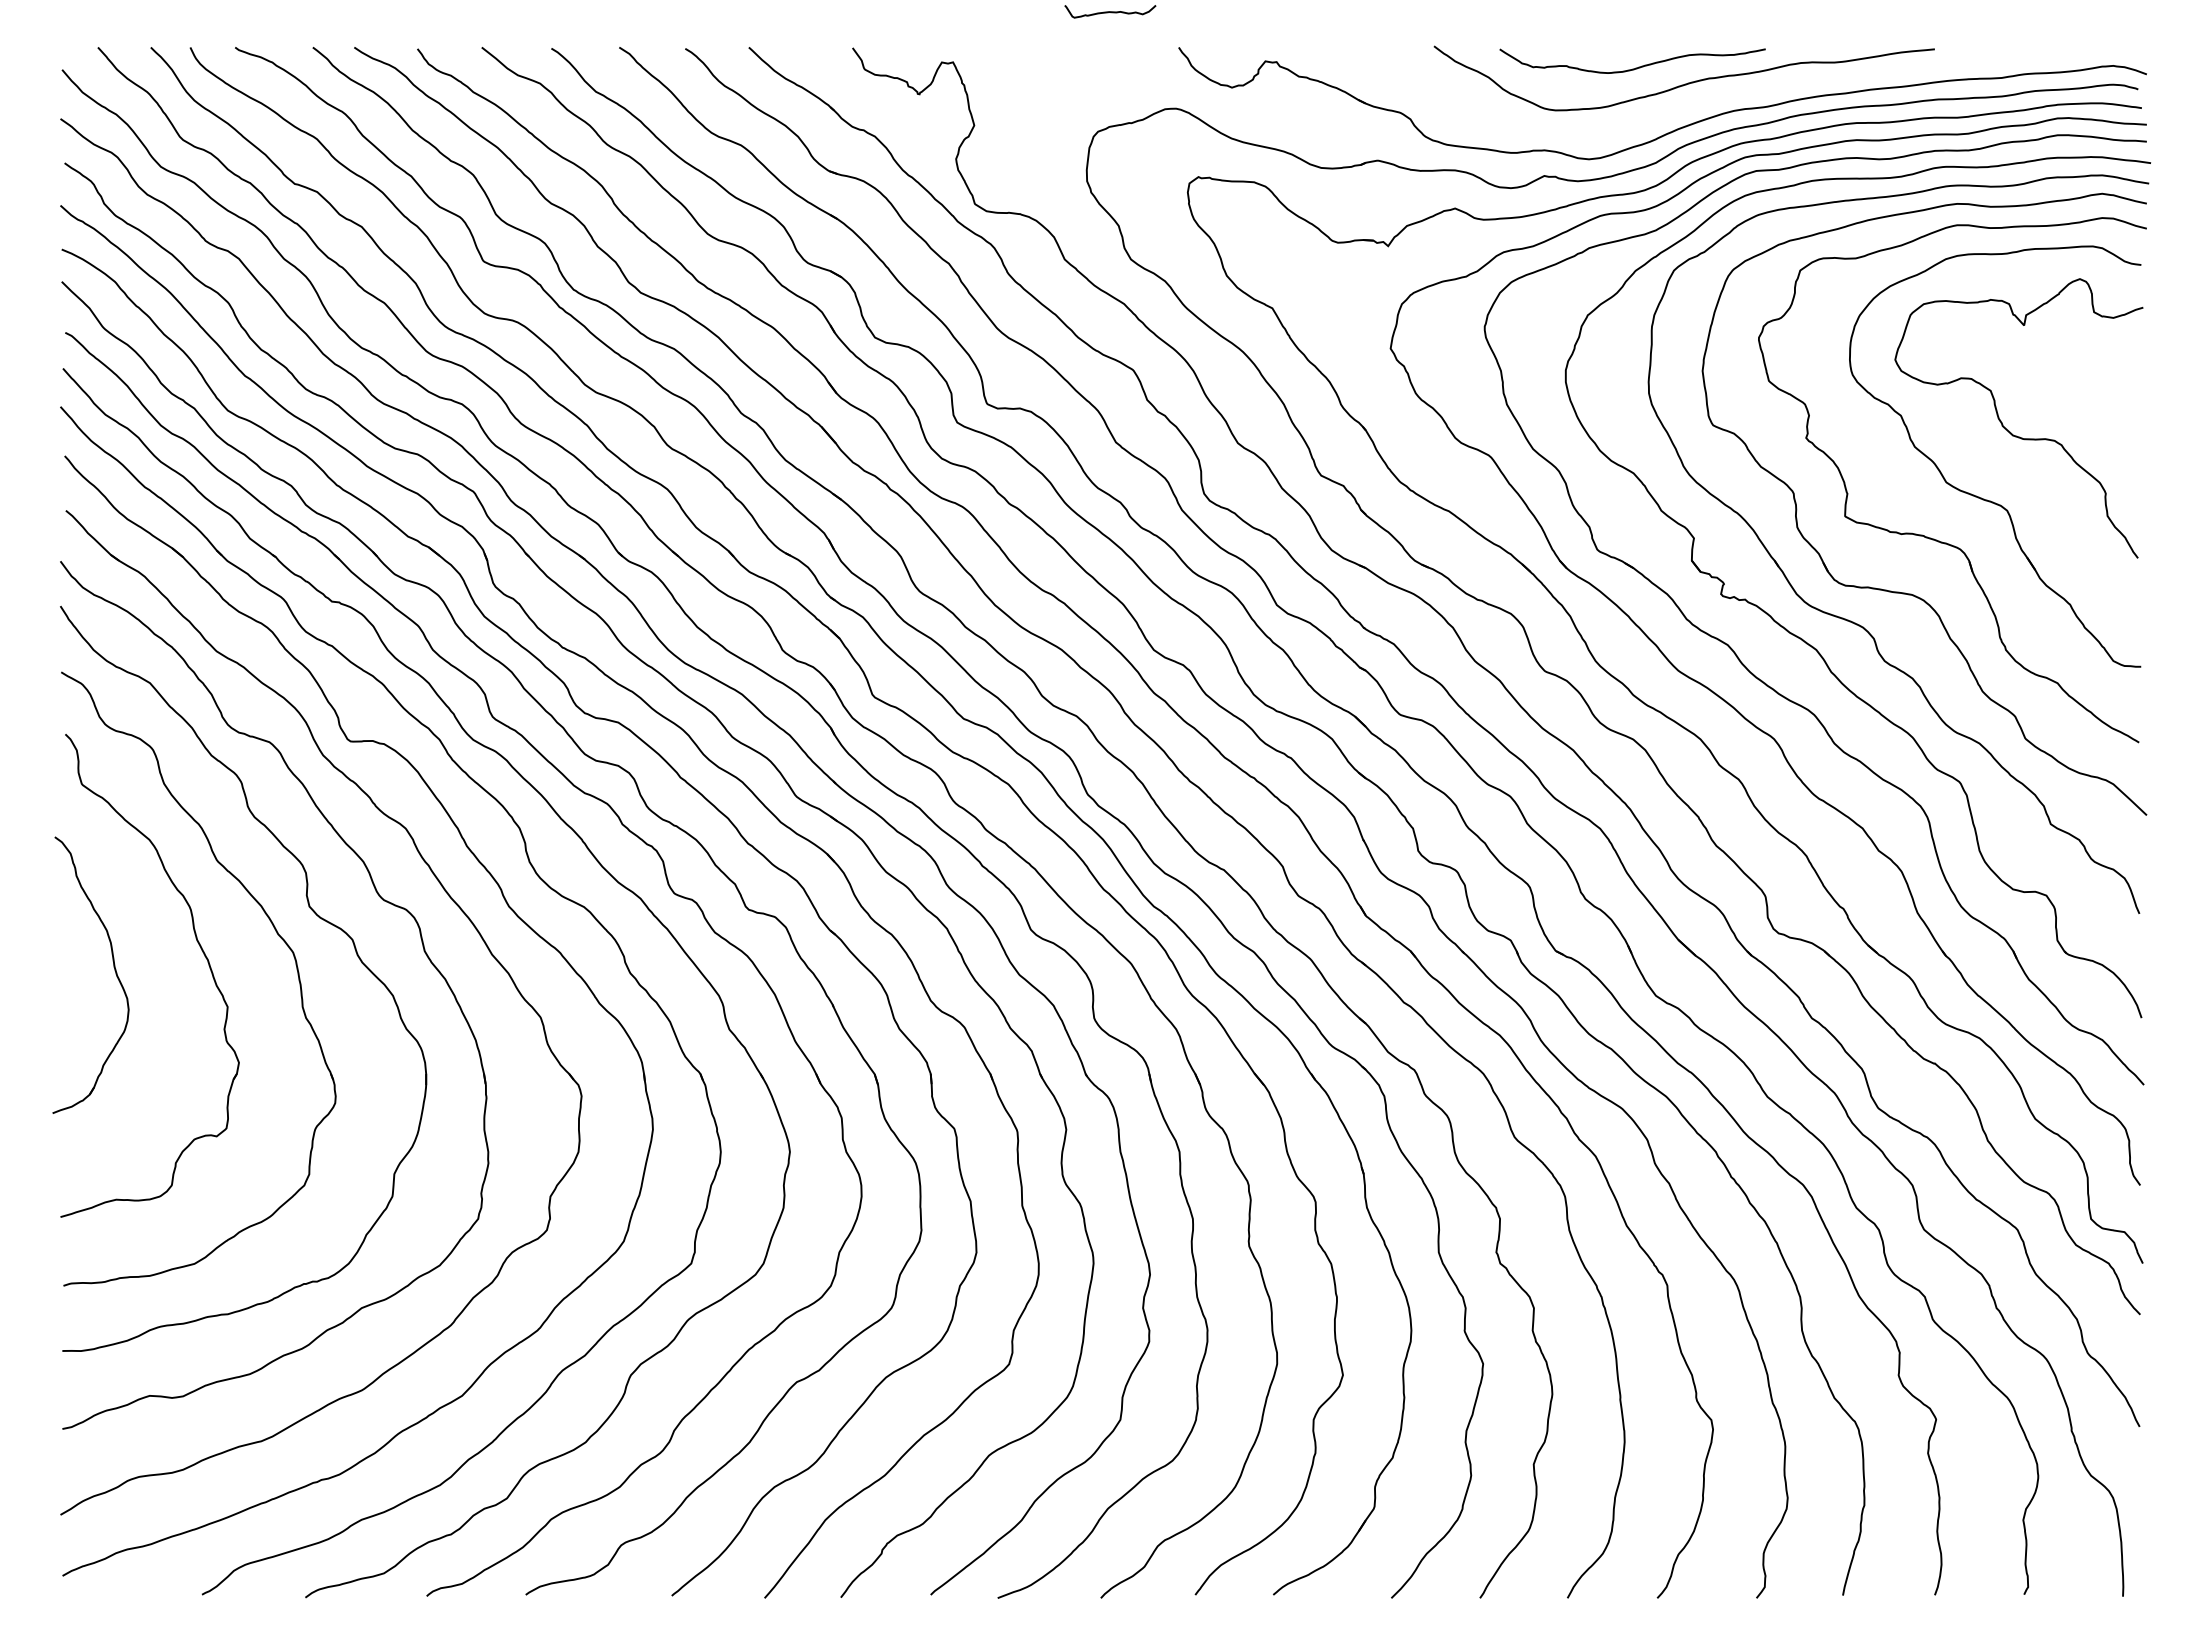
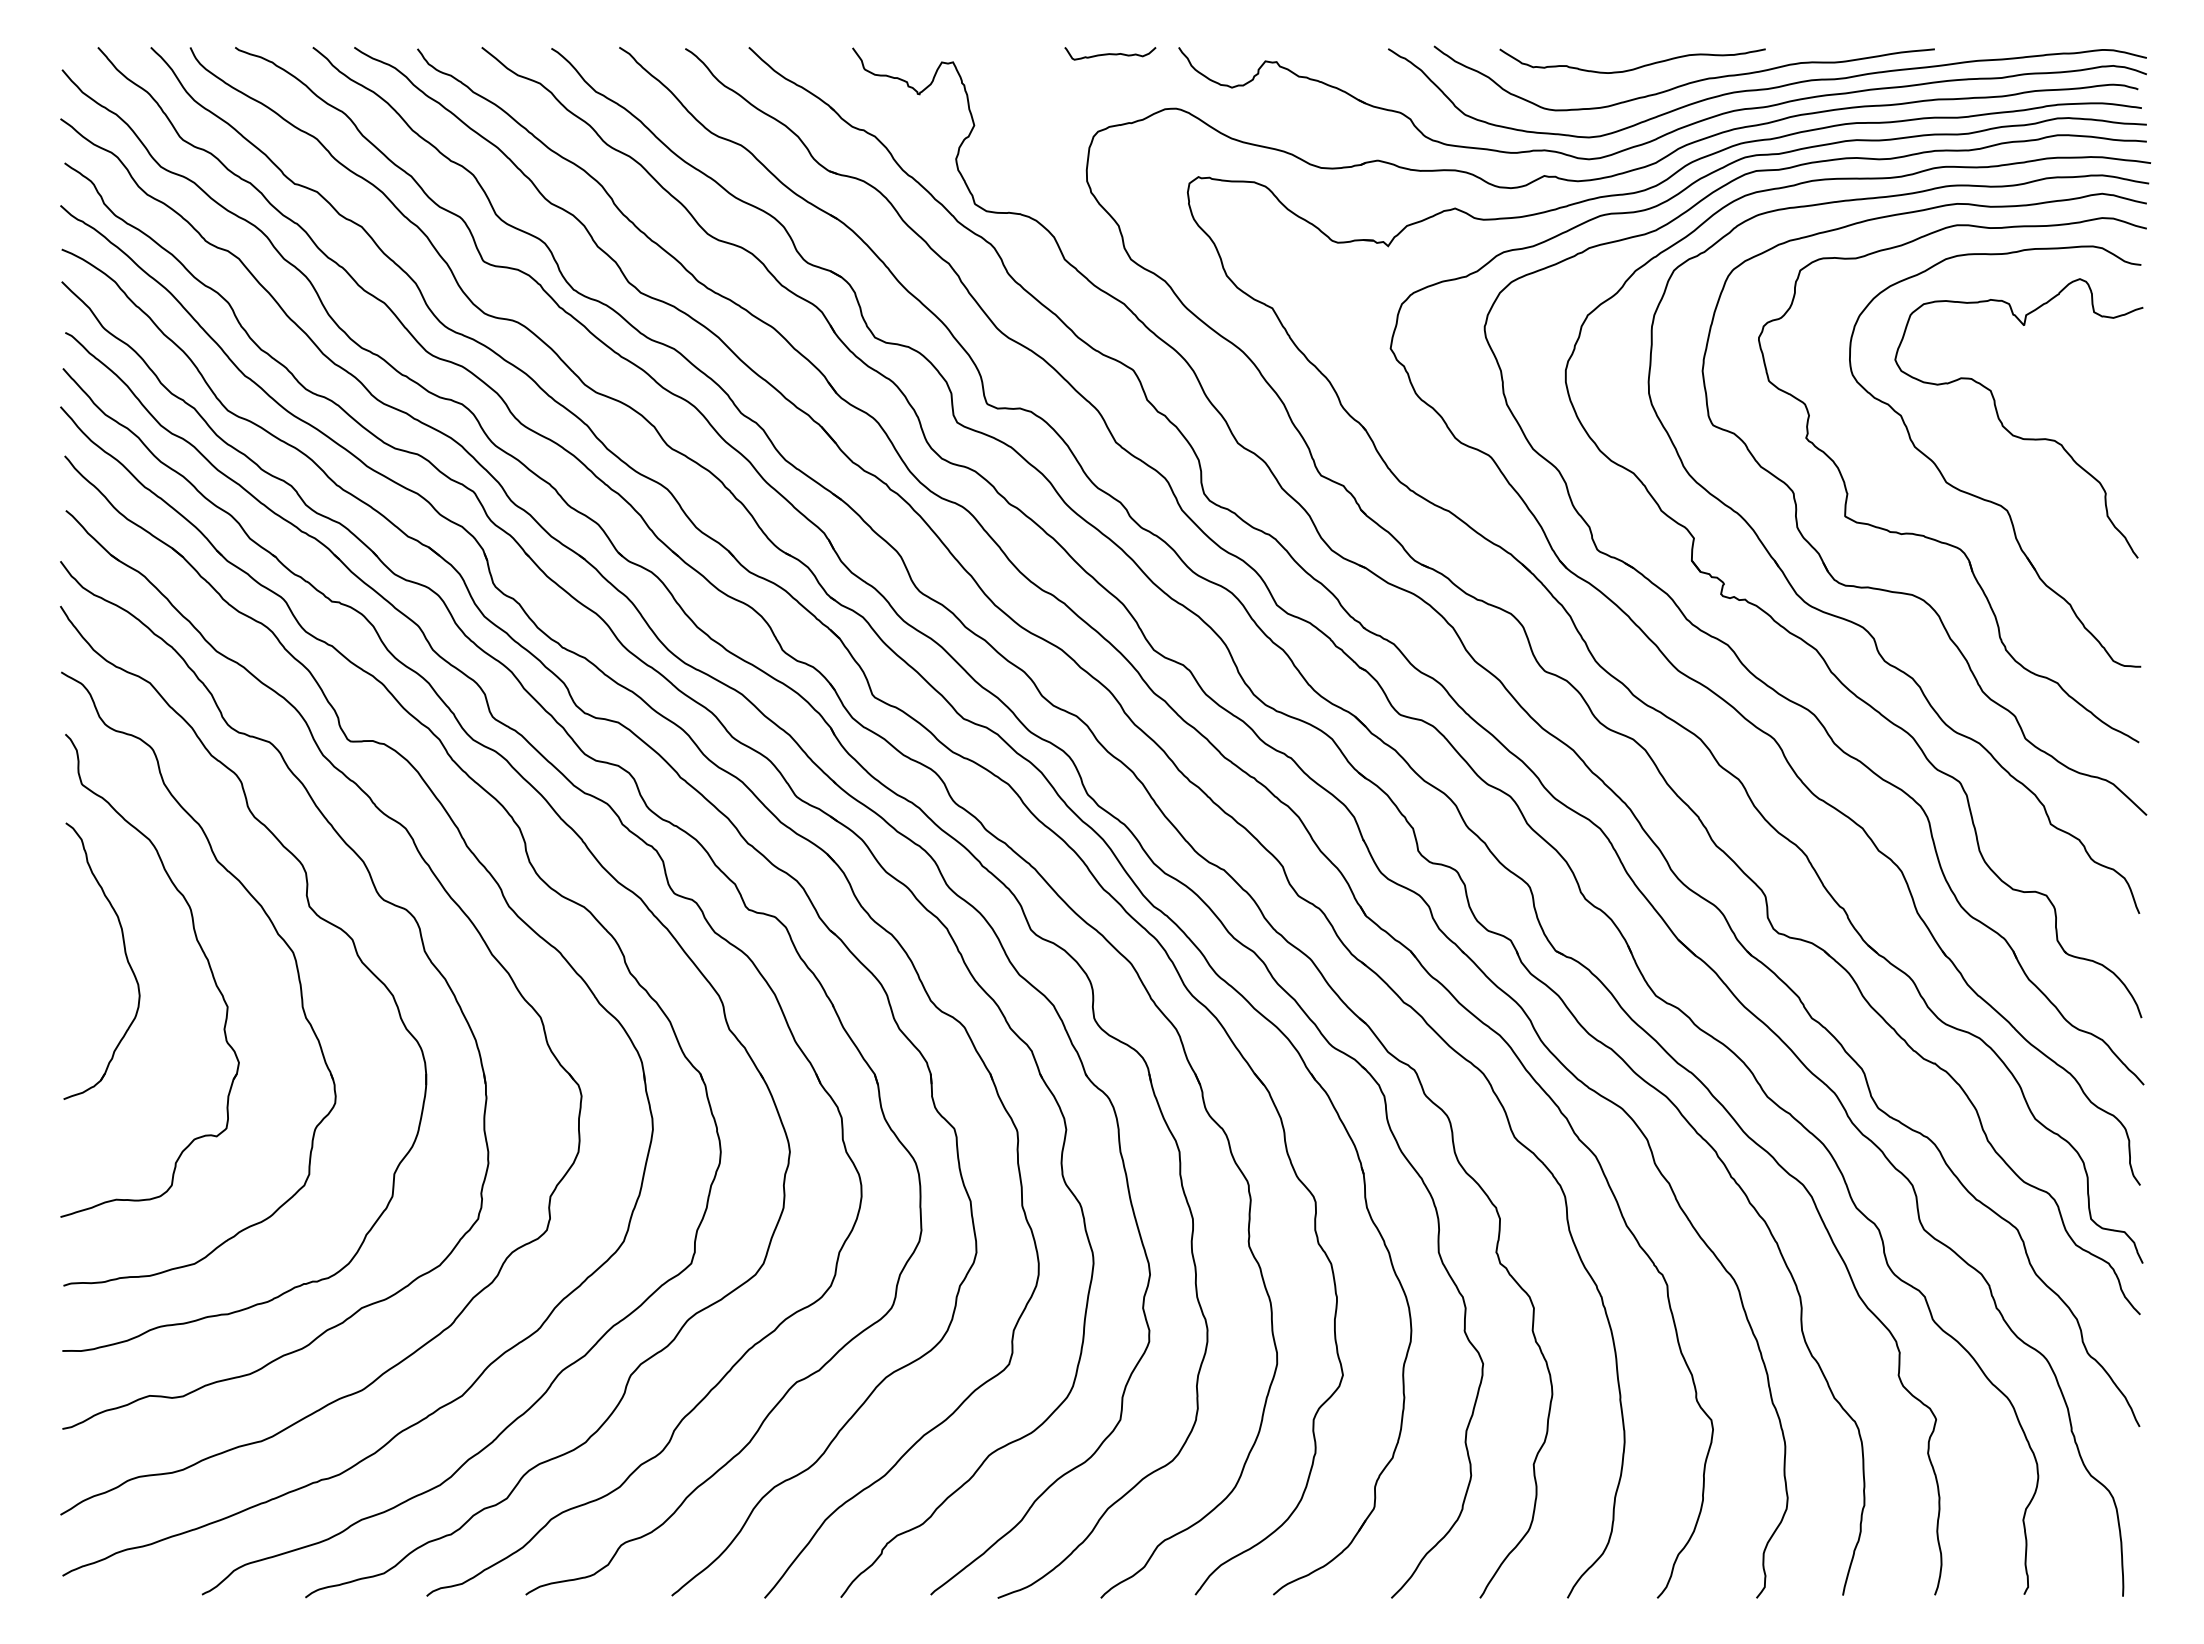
curve at (1110, 11) position: (1110, 11) -> (1110, 53)
curve at (1766, 90): none -> present
part at (113, 967) position: (113, 967) -> (124, 953)
